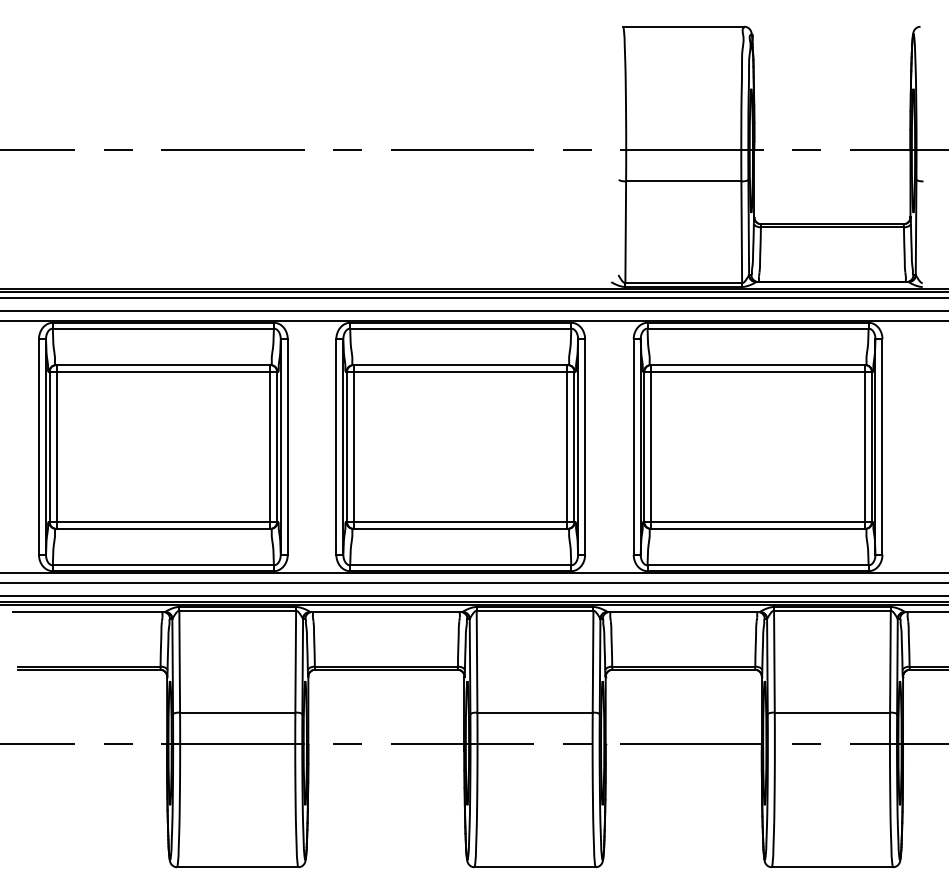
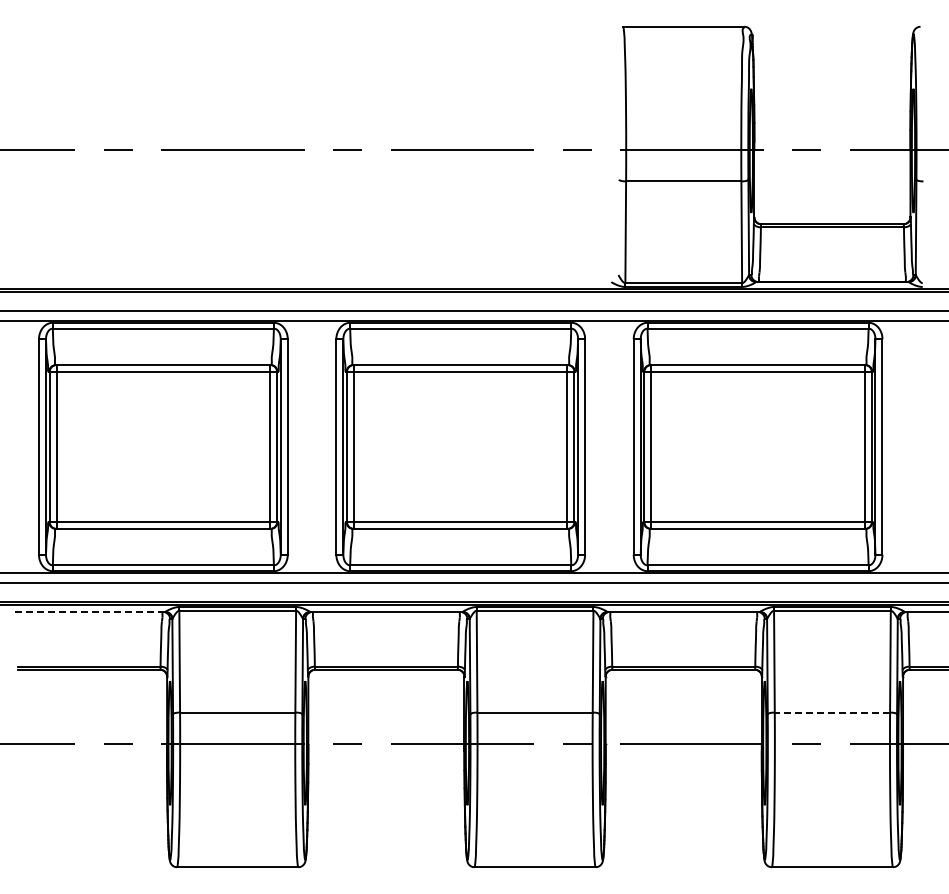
line at (473, 298): present -> none
line at (473, 595): present -> none
line at (88, 612): solid -> dashed
line at (832, 712): solid -> dashed
